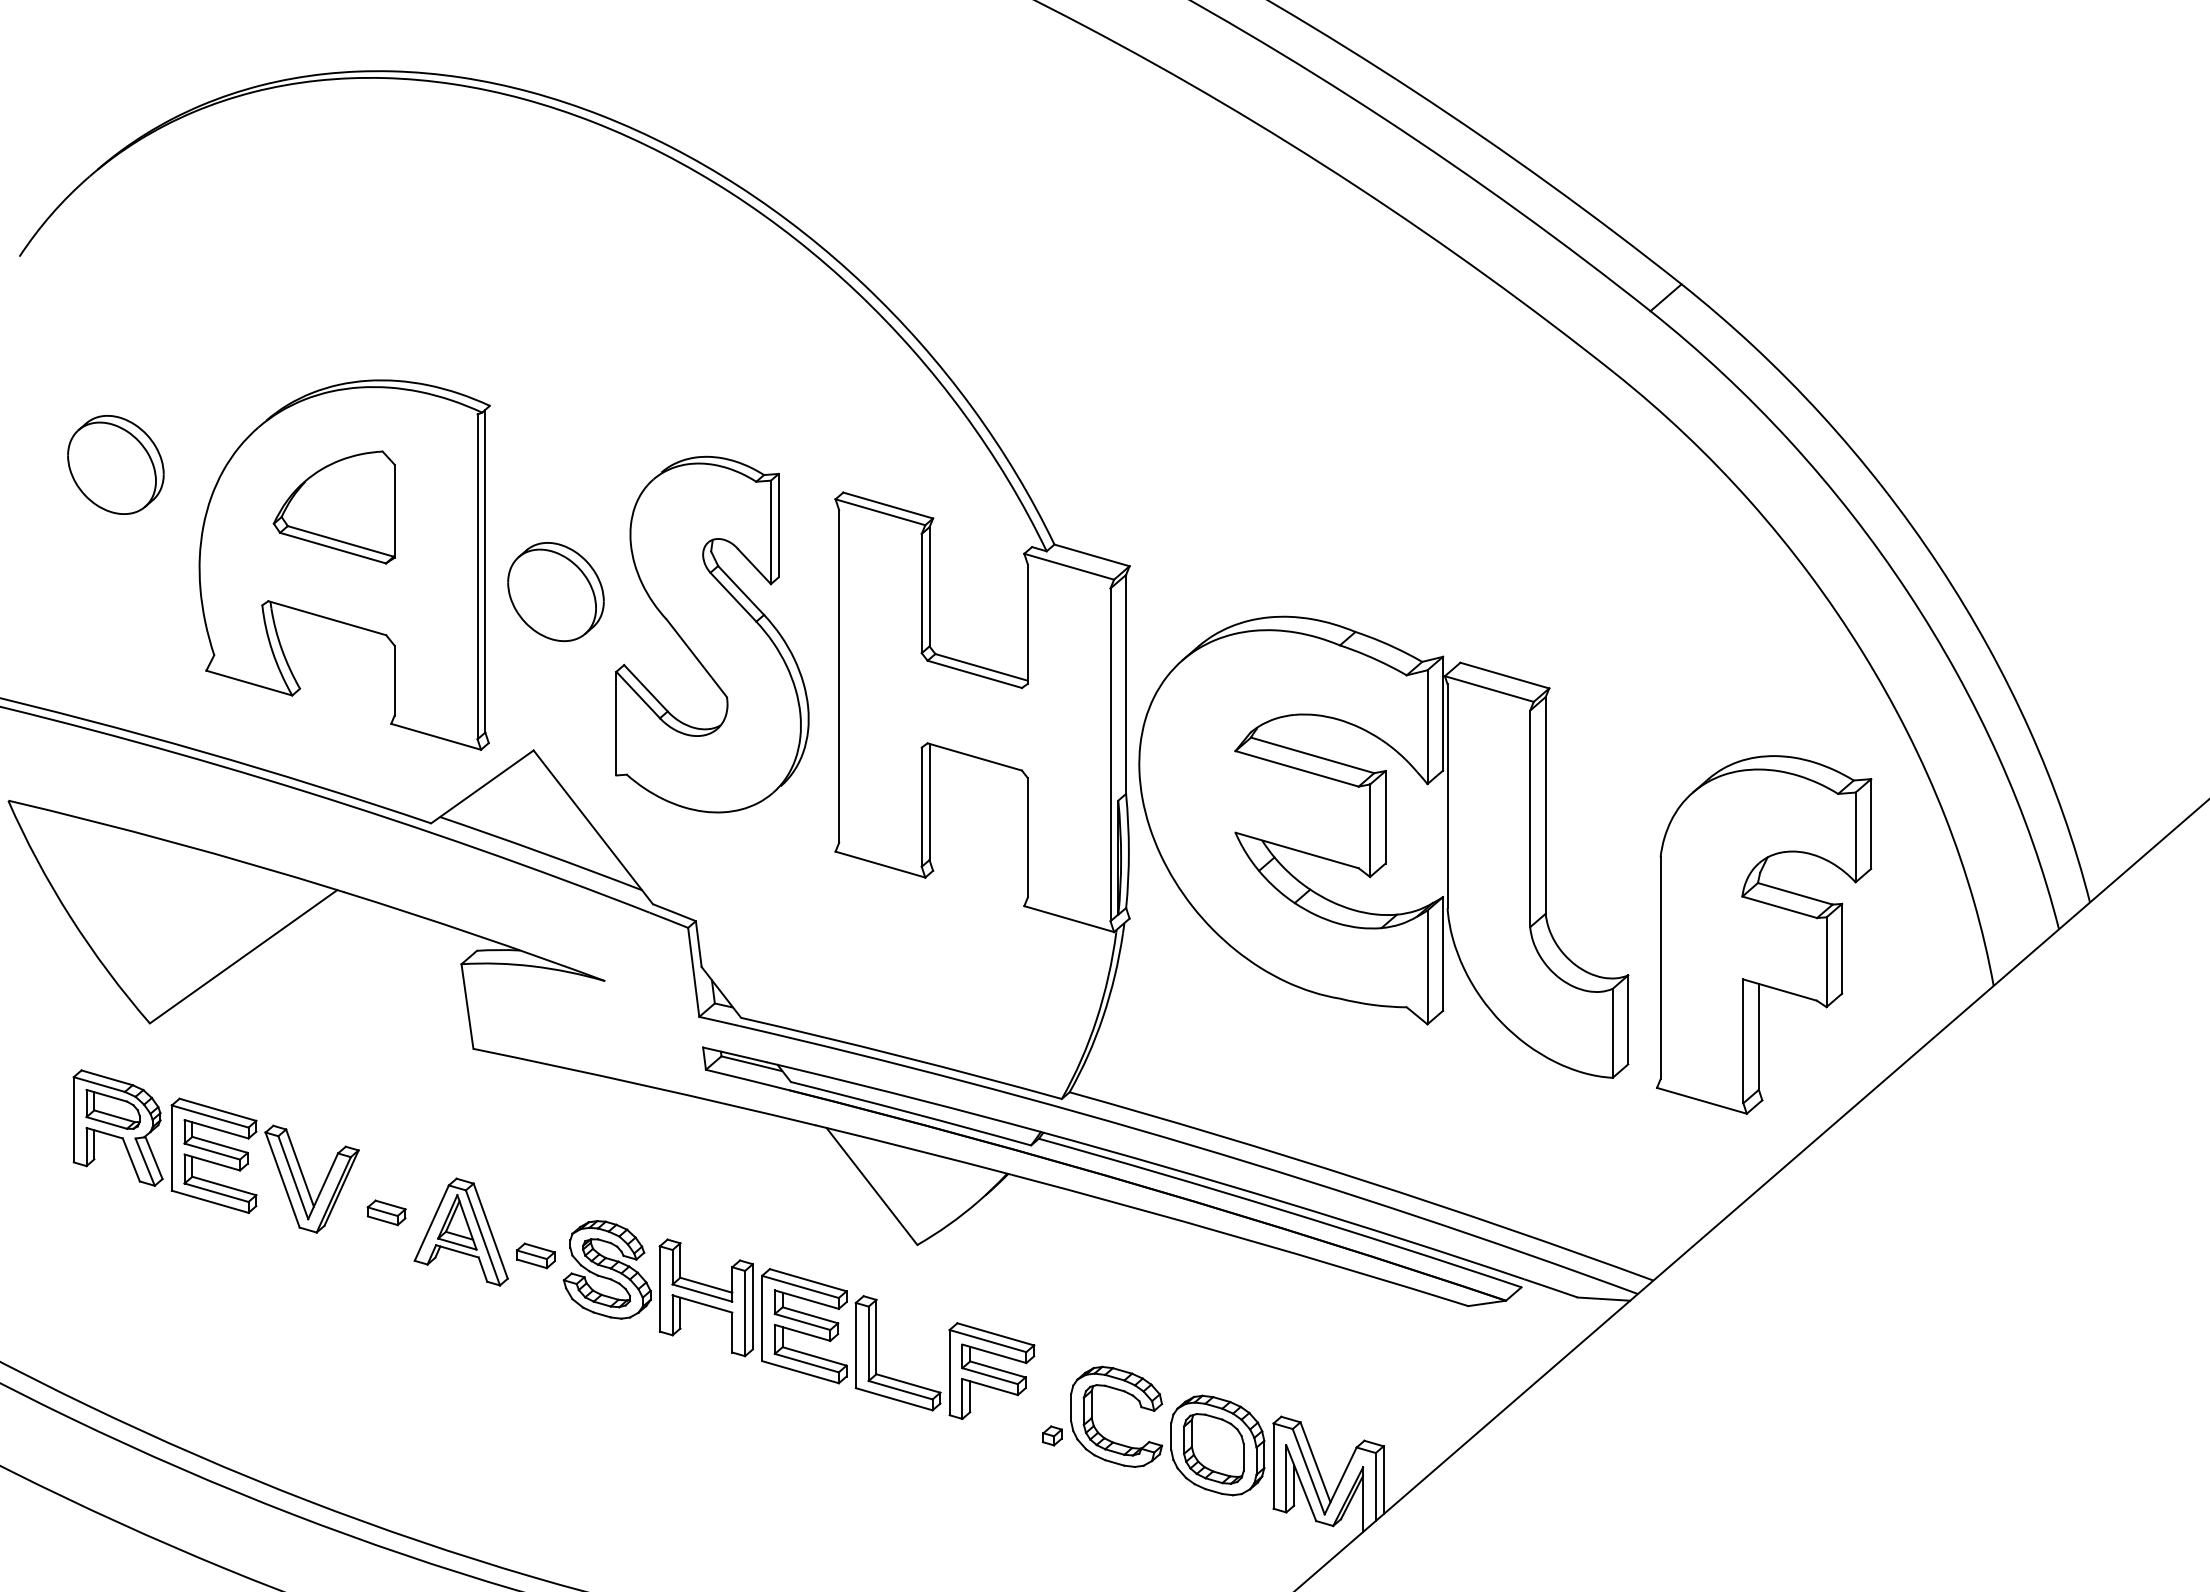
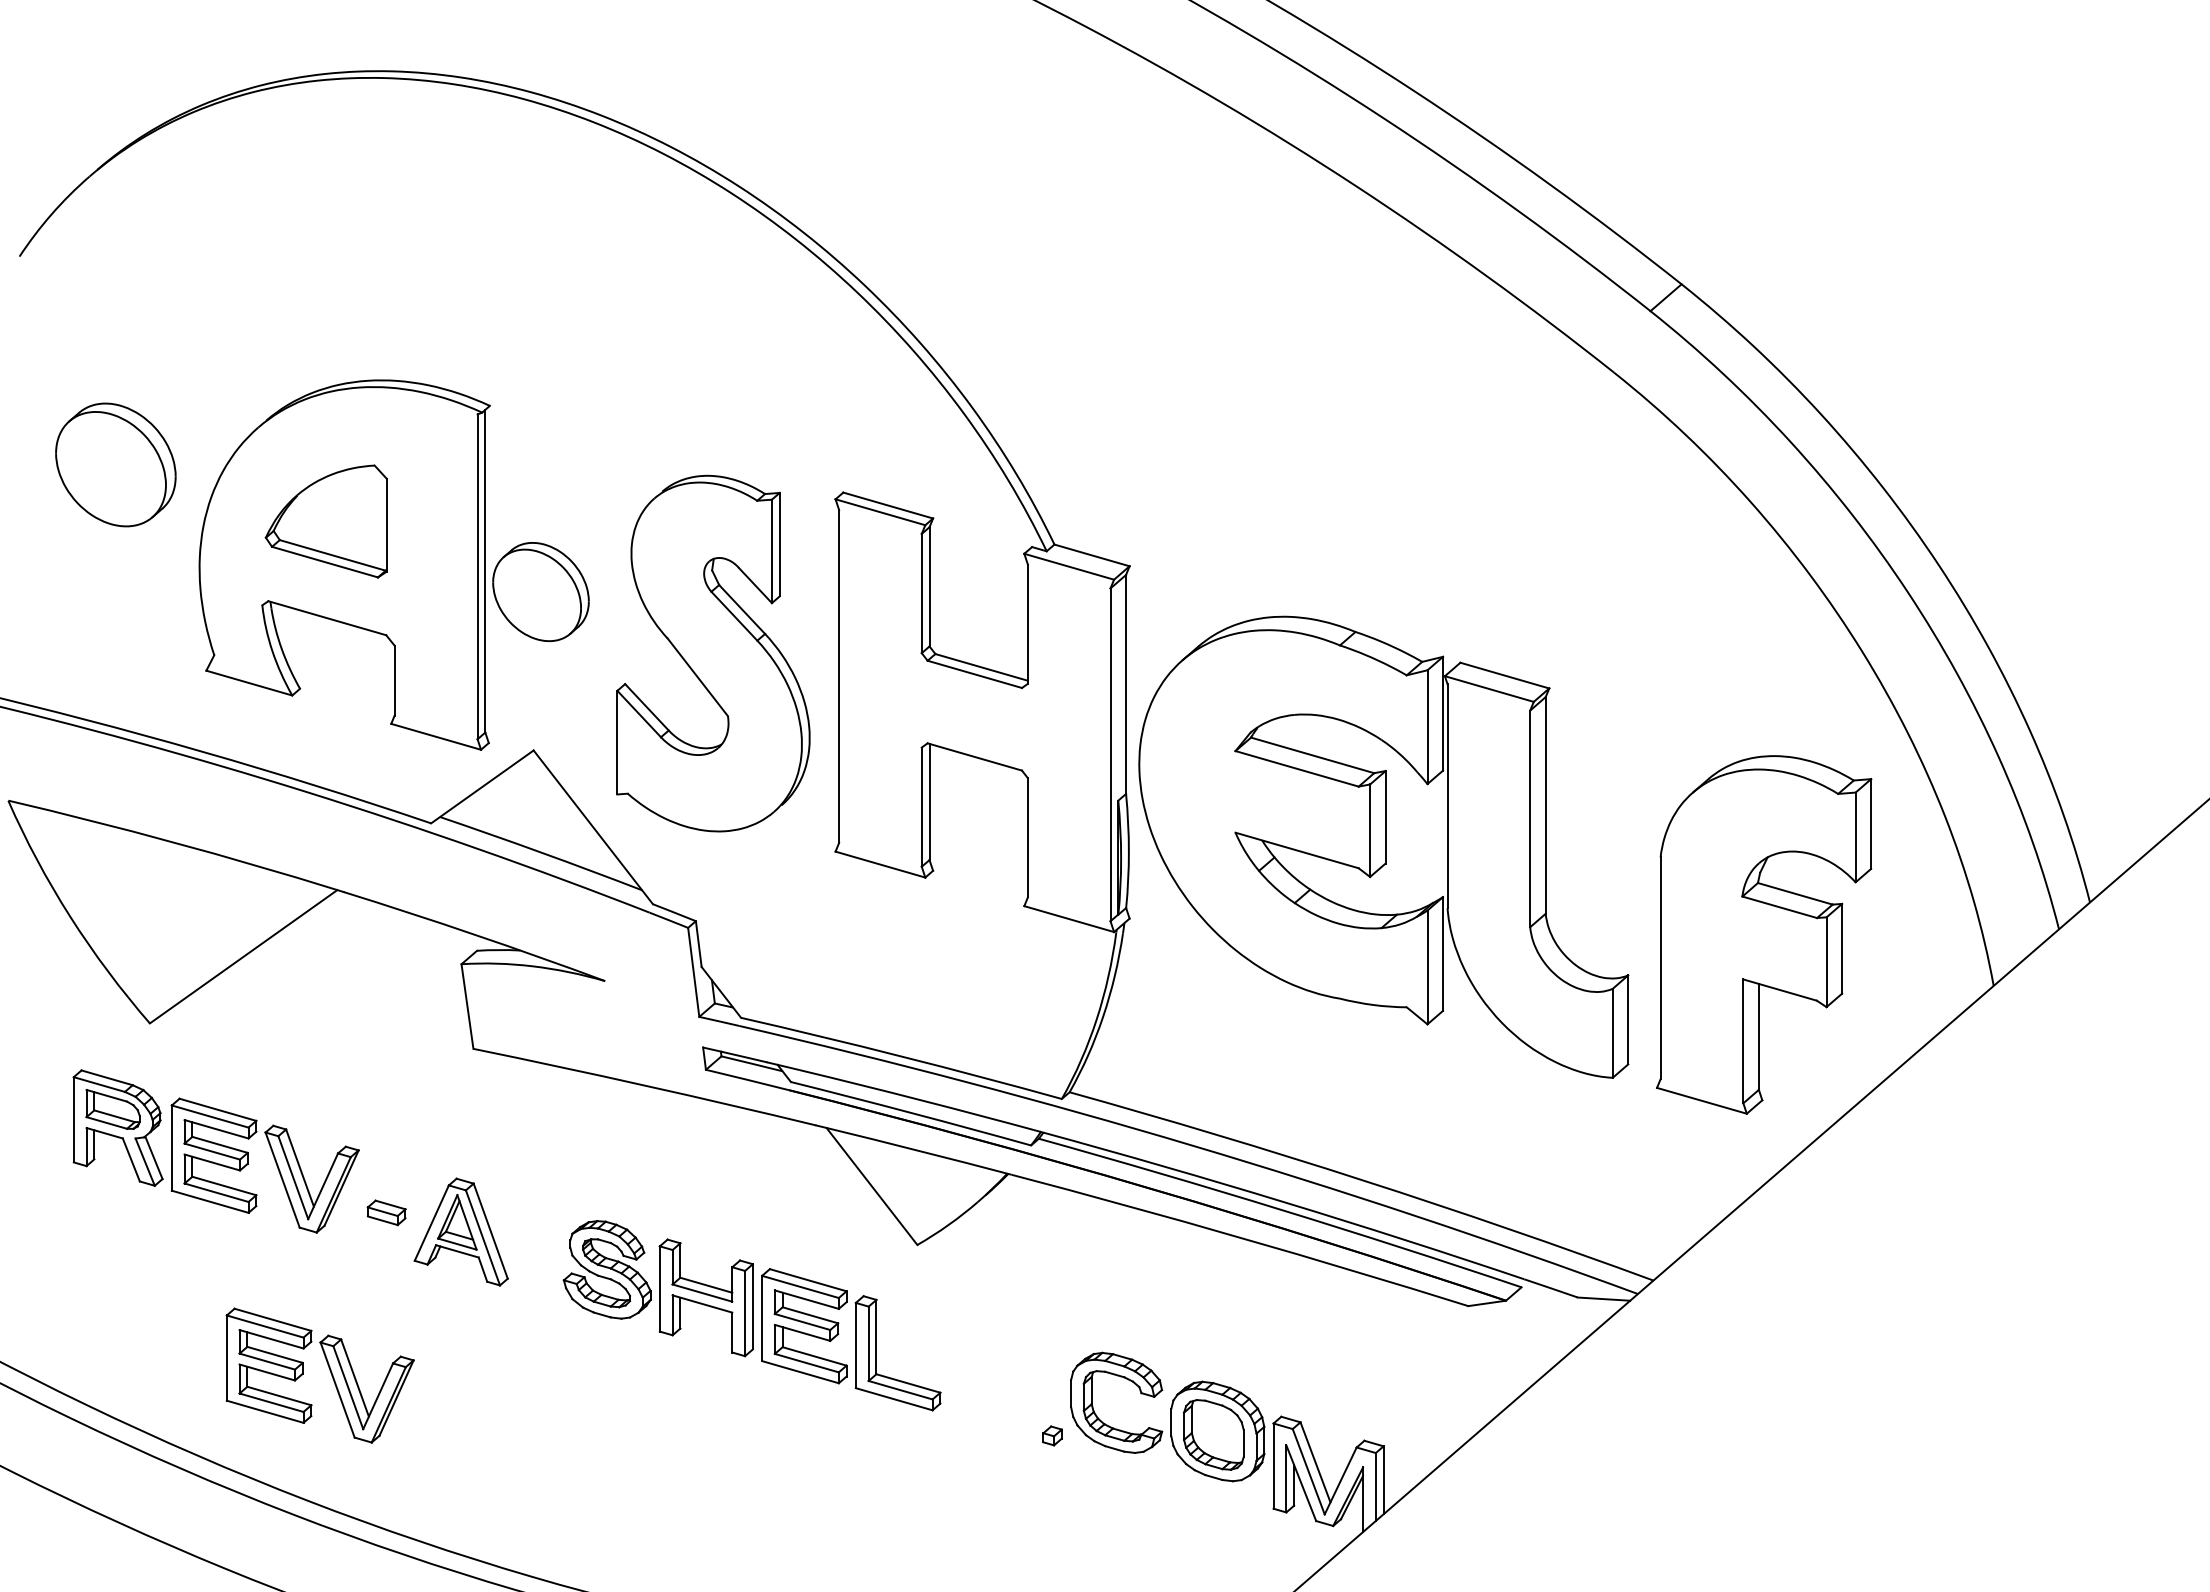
part at (115, 464) size: 98x100 px -> 122x126 px
part at (333, 507) position: (333, 507) -> (325, 521)
part at (555, 591) position: (555, 591) -> (540, 591)
part at (712, 634) position: (712, 634) -> (713, 653)
part at (535, 1255): present -> none
part at (329, 1370): none -> present
part at (991, 1370): present -> none
part at (1167, 1430) position: (1167, 1430) -> (1167, 1416)
